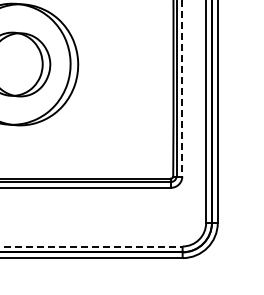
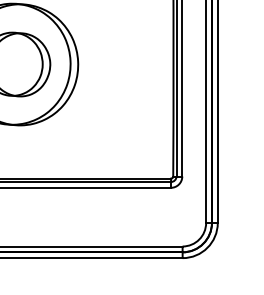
line at (182, 88): dashed -> solid
line at (91, 246): dashed -> solid
